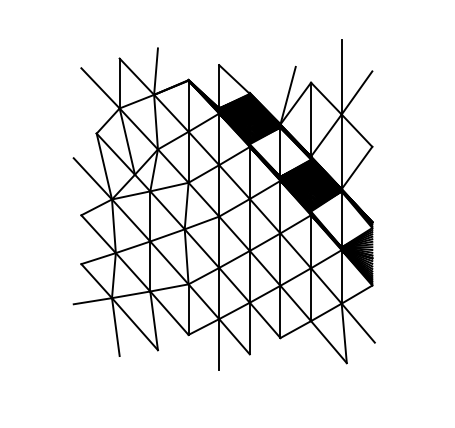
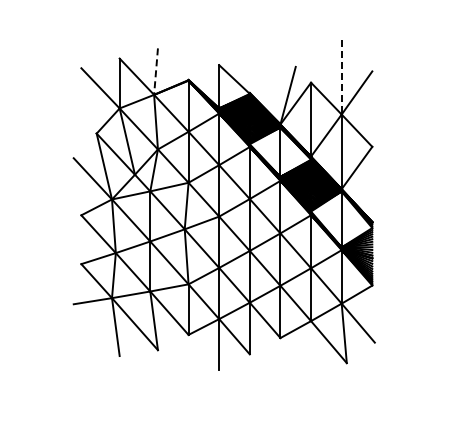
line at (156, 72): solid -> dashed
line at (341, 77): solid -> dashed
